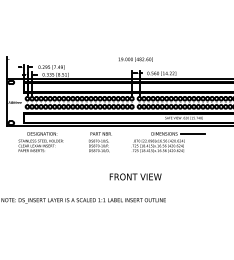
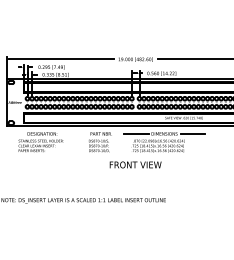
line at (61, 59): none -> present
line at (194, 59): none -> present
line at (136, 134): none -> present
text at (135, 176) position: (135, 176) -> (135, 164)
